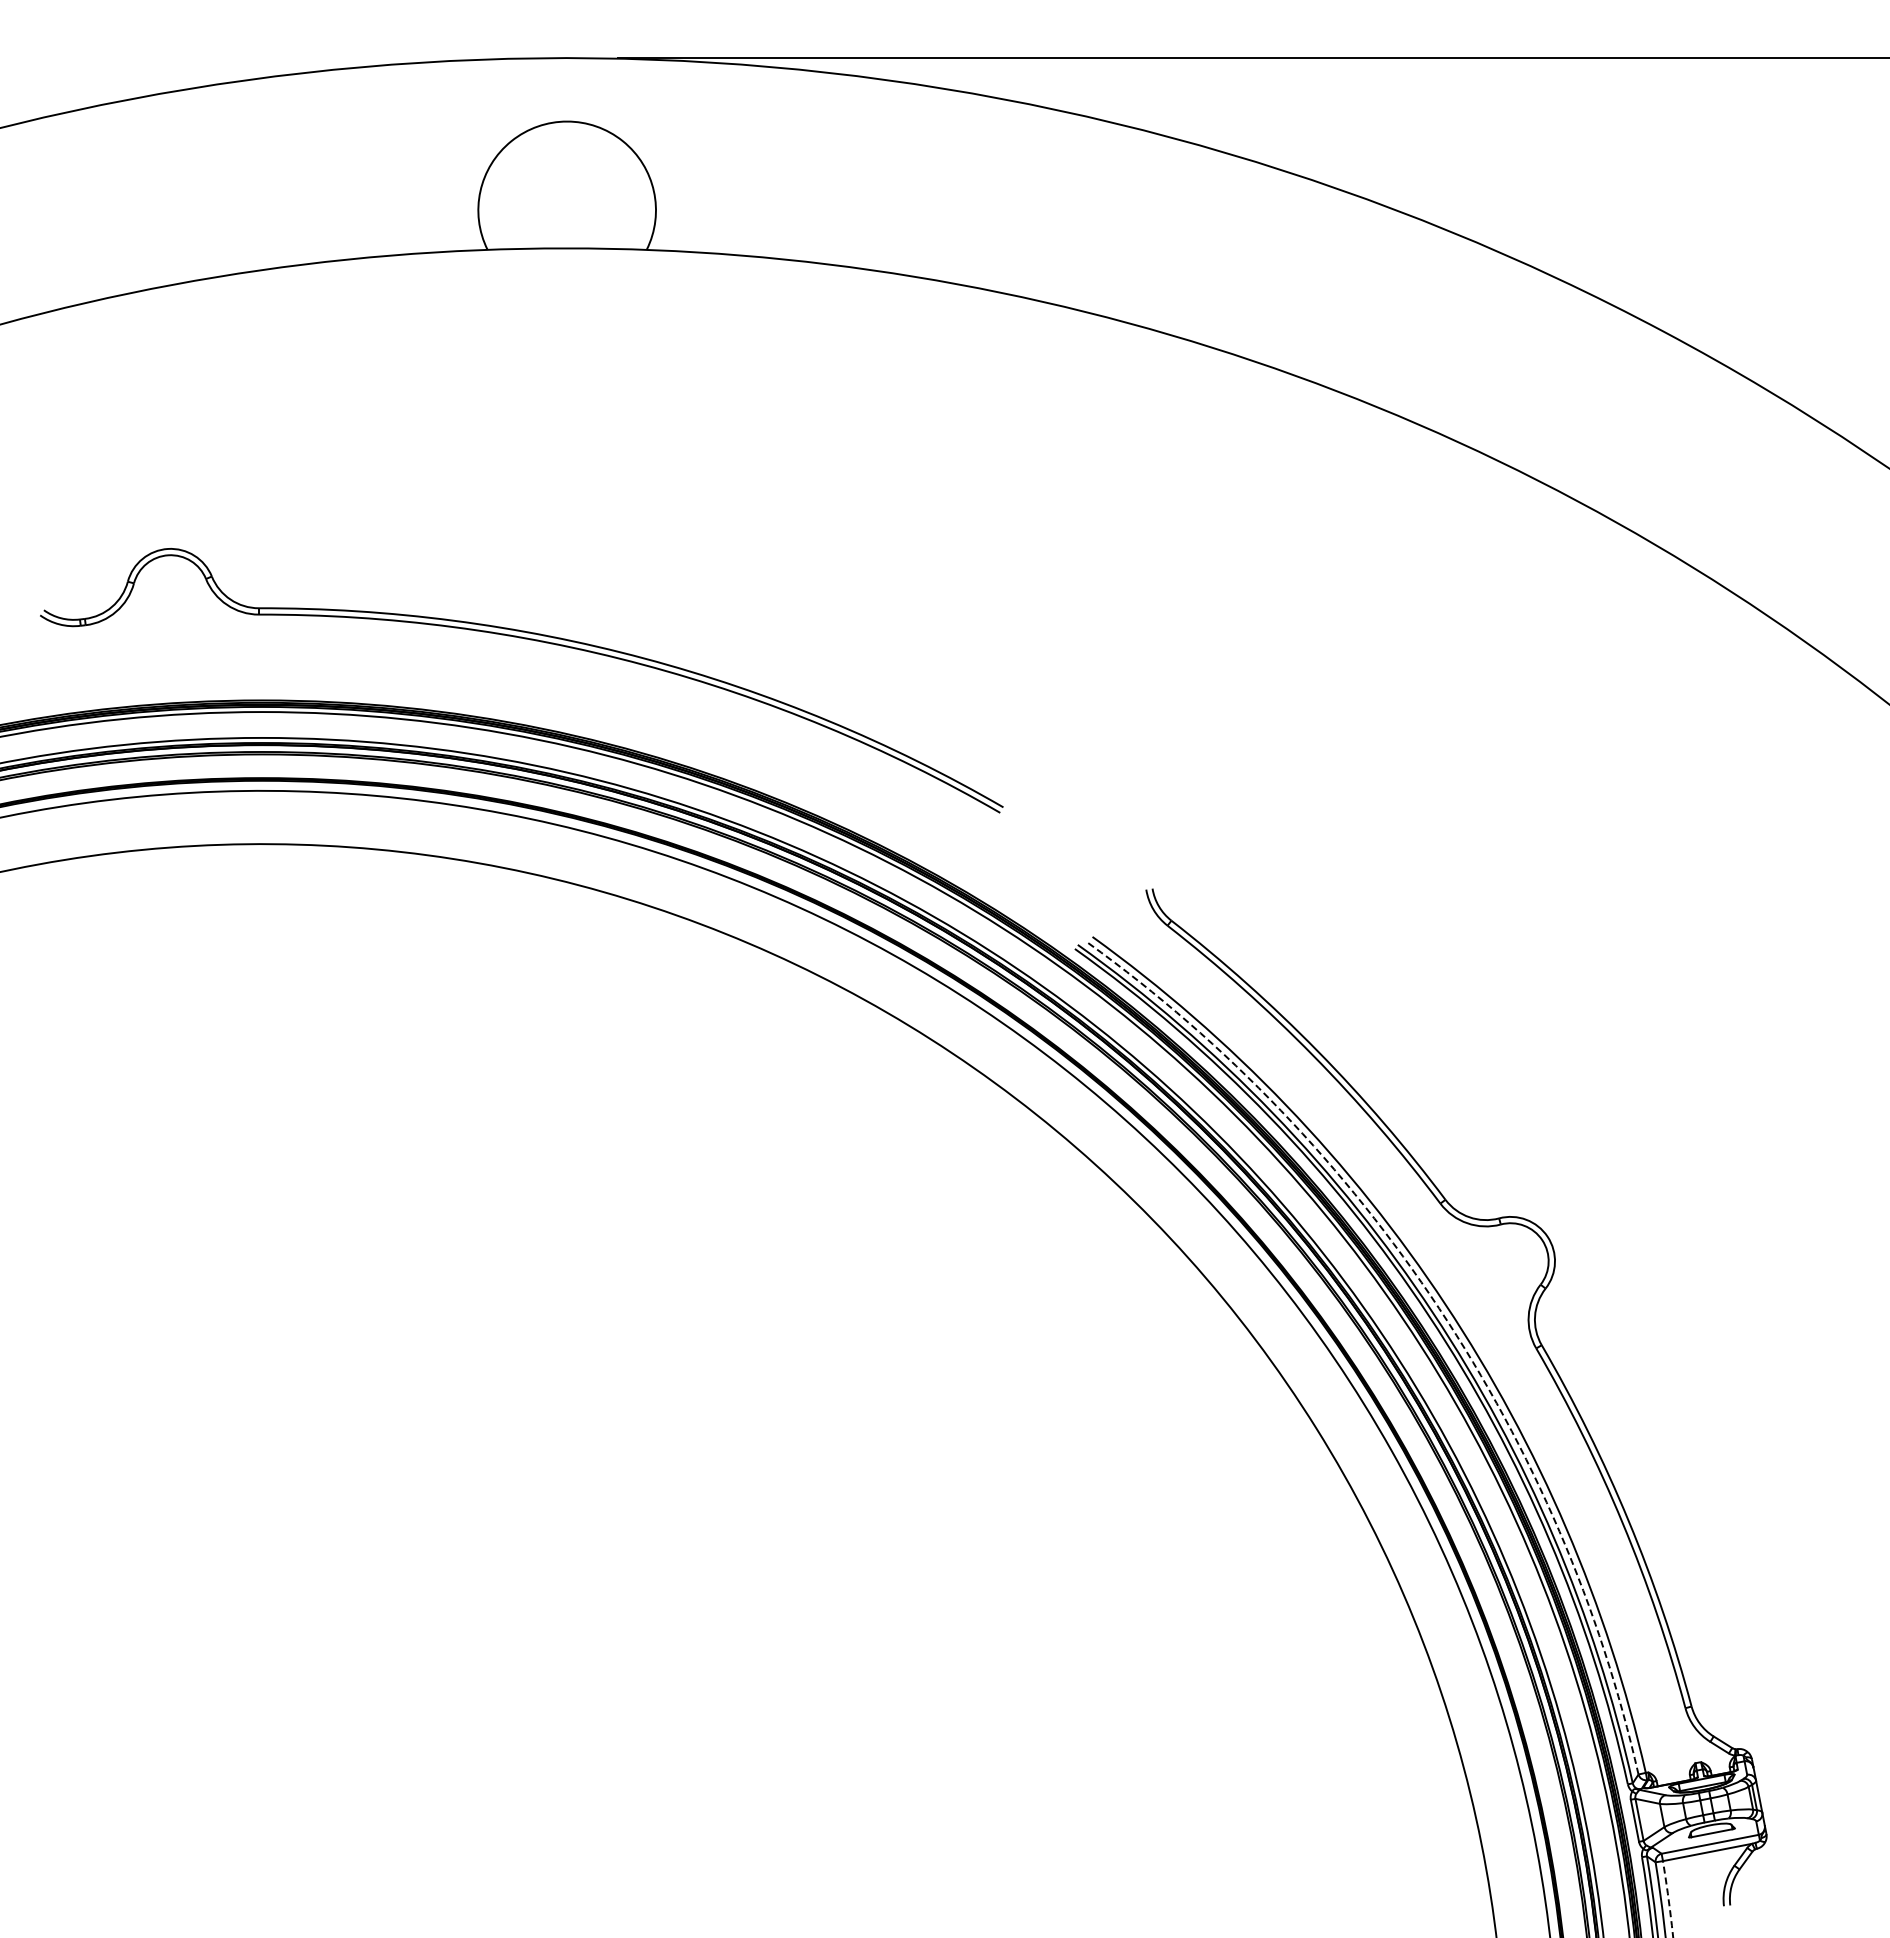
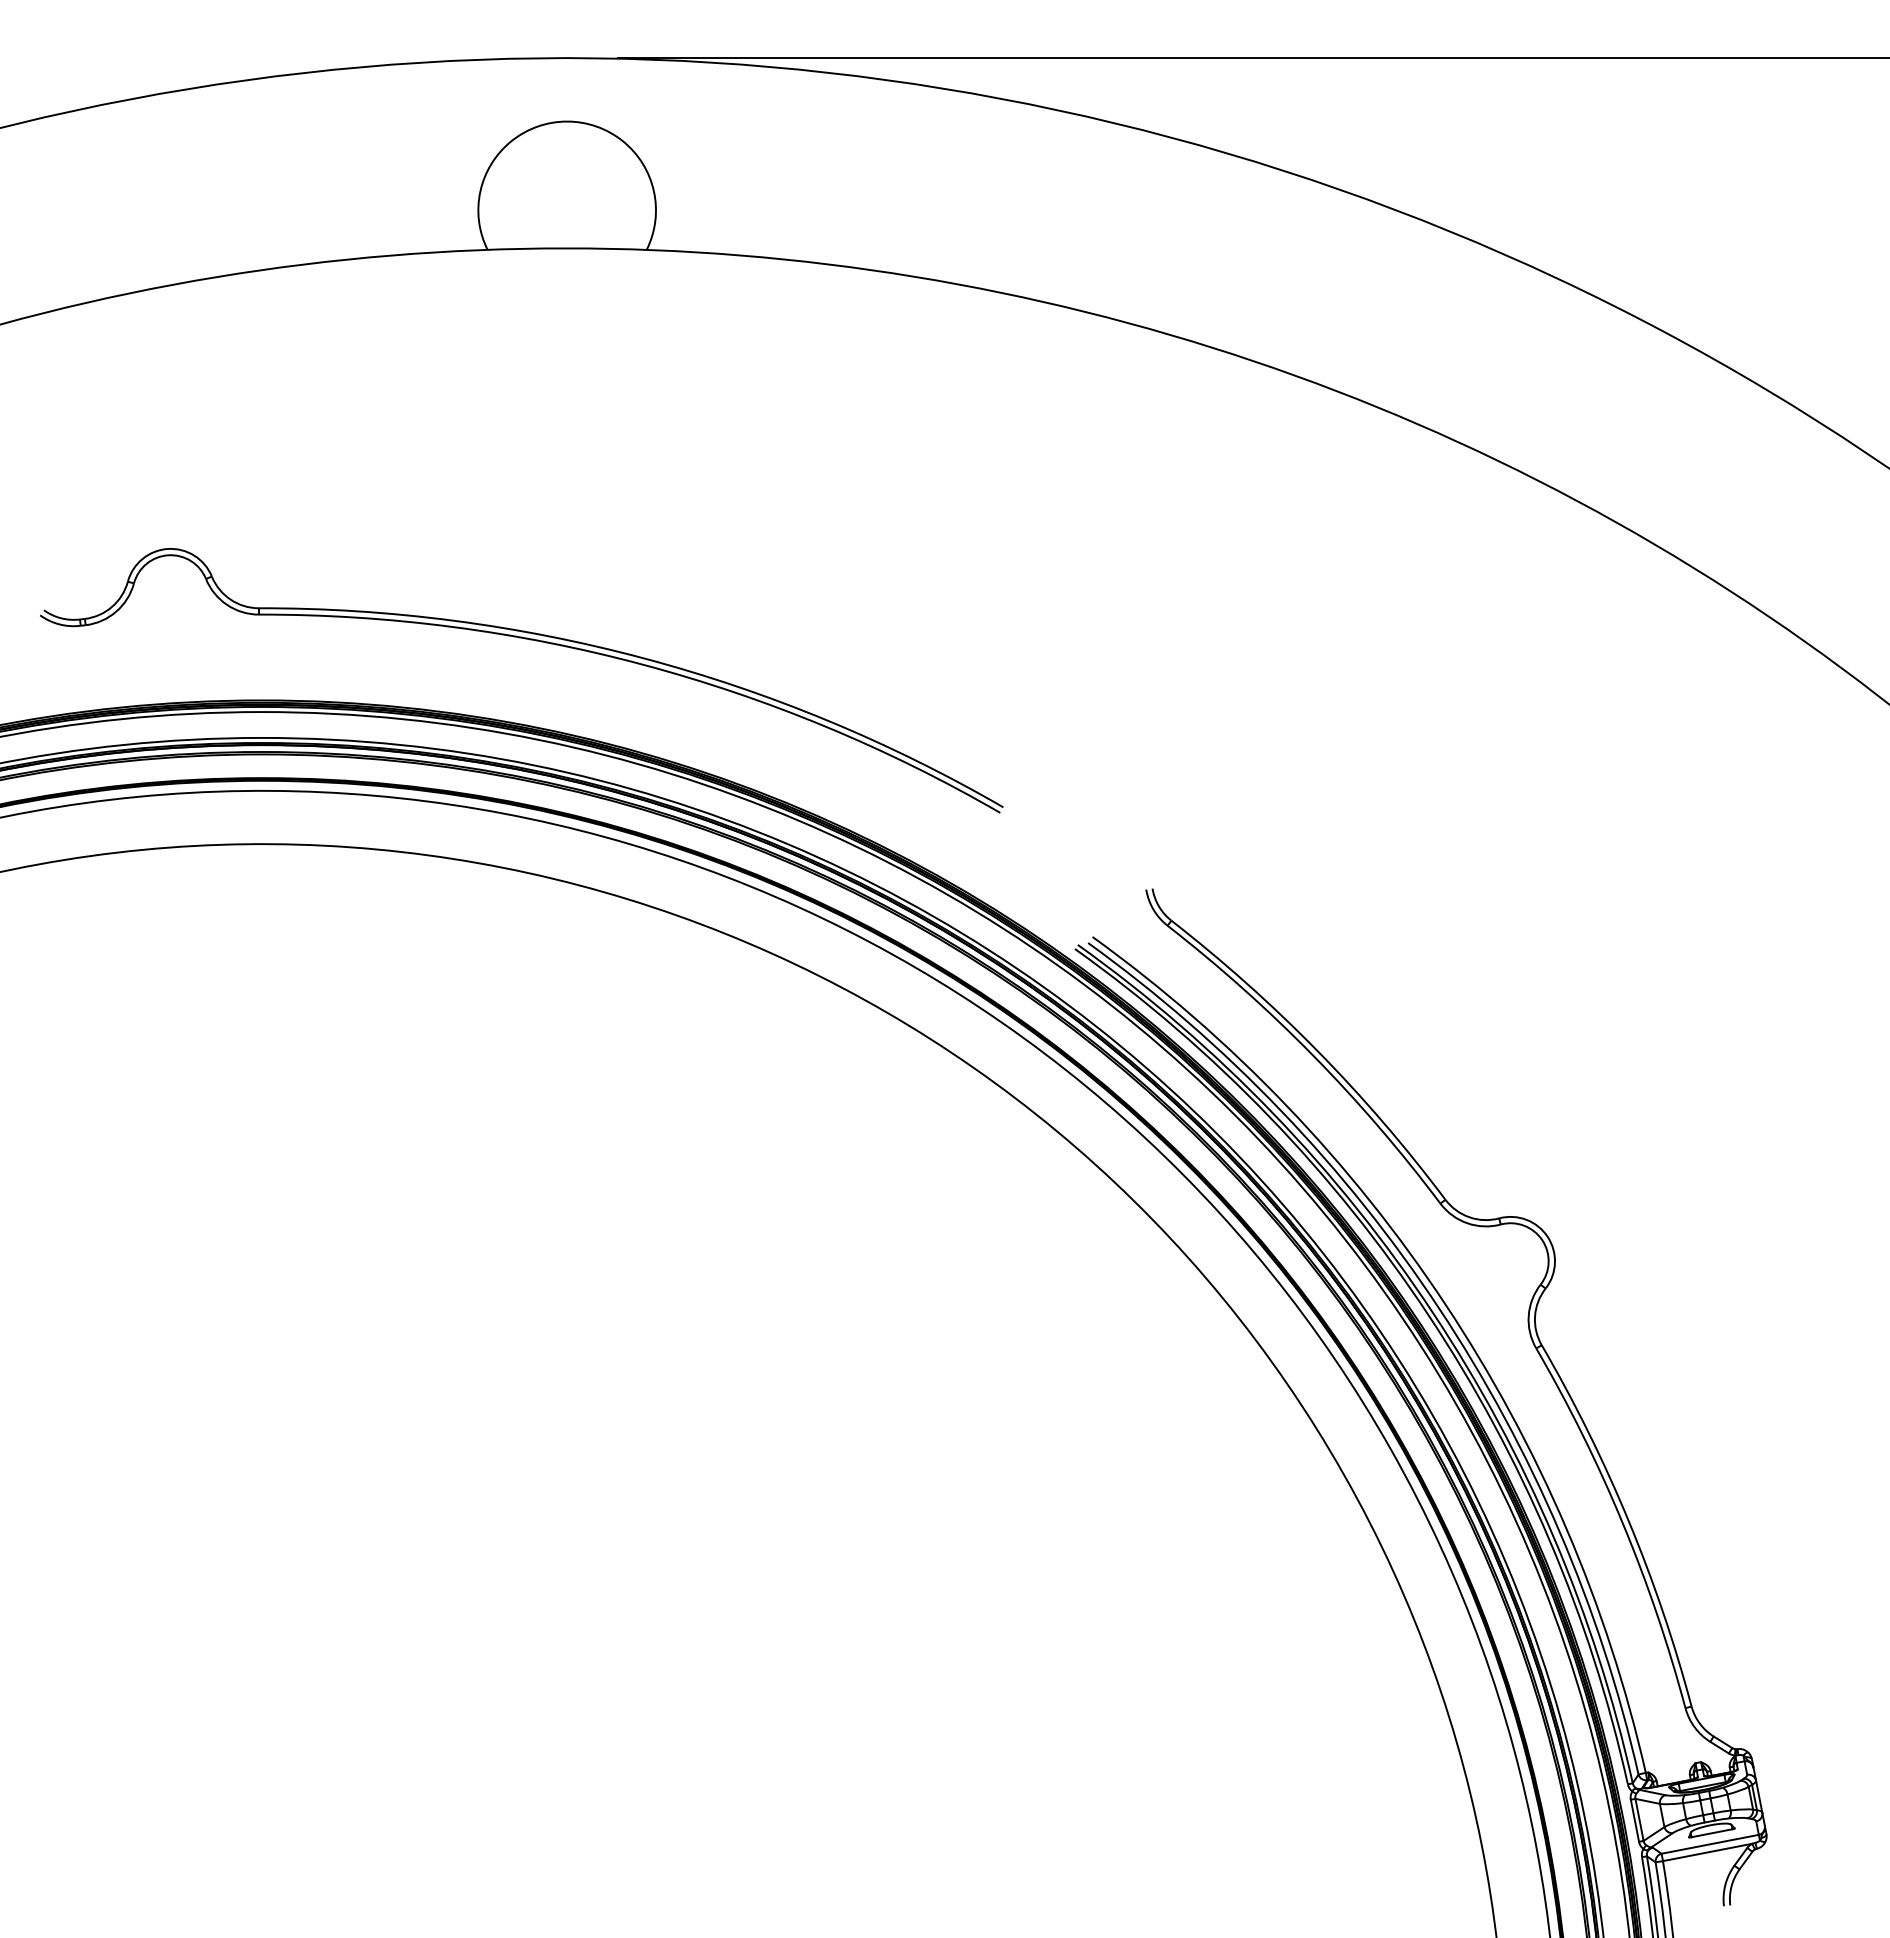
arc at (1439, 1308): dashed -> solid
arc at (1668, 1898): dashed -> solid
